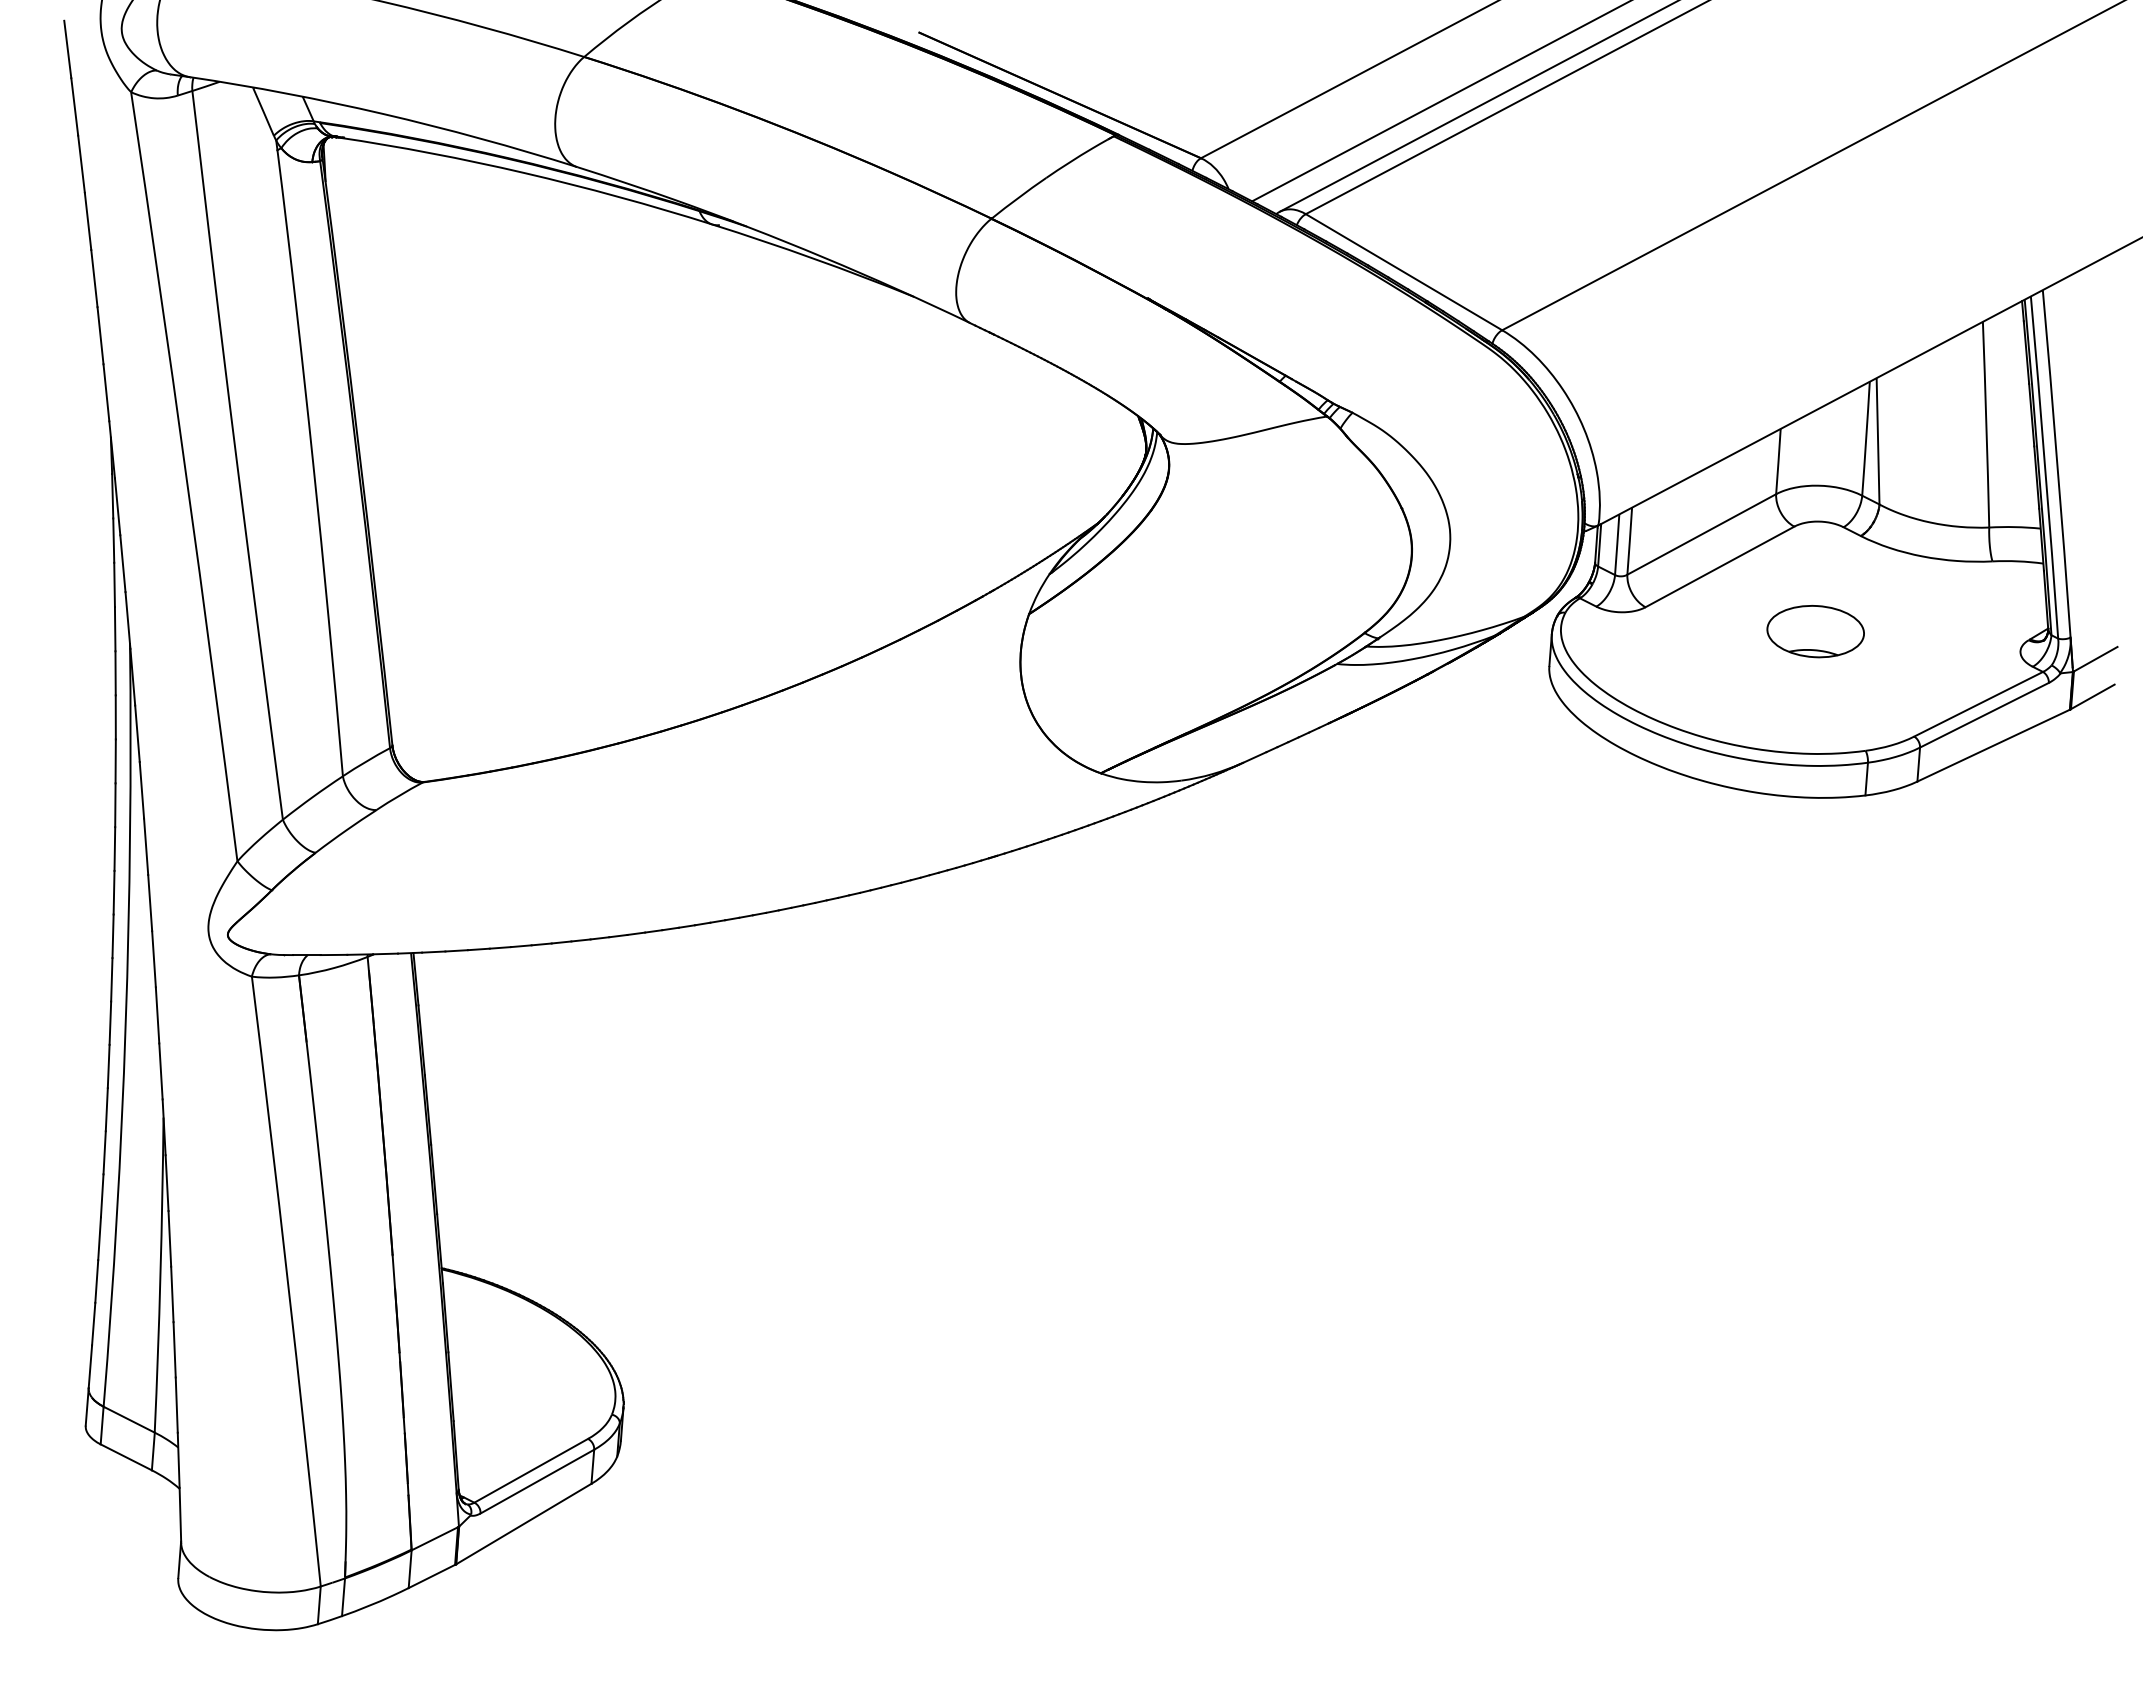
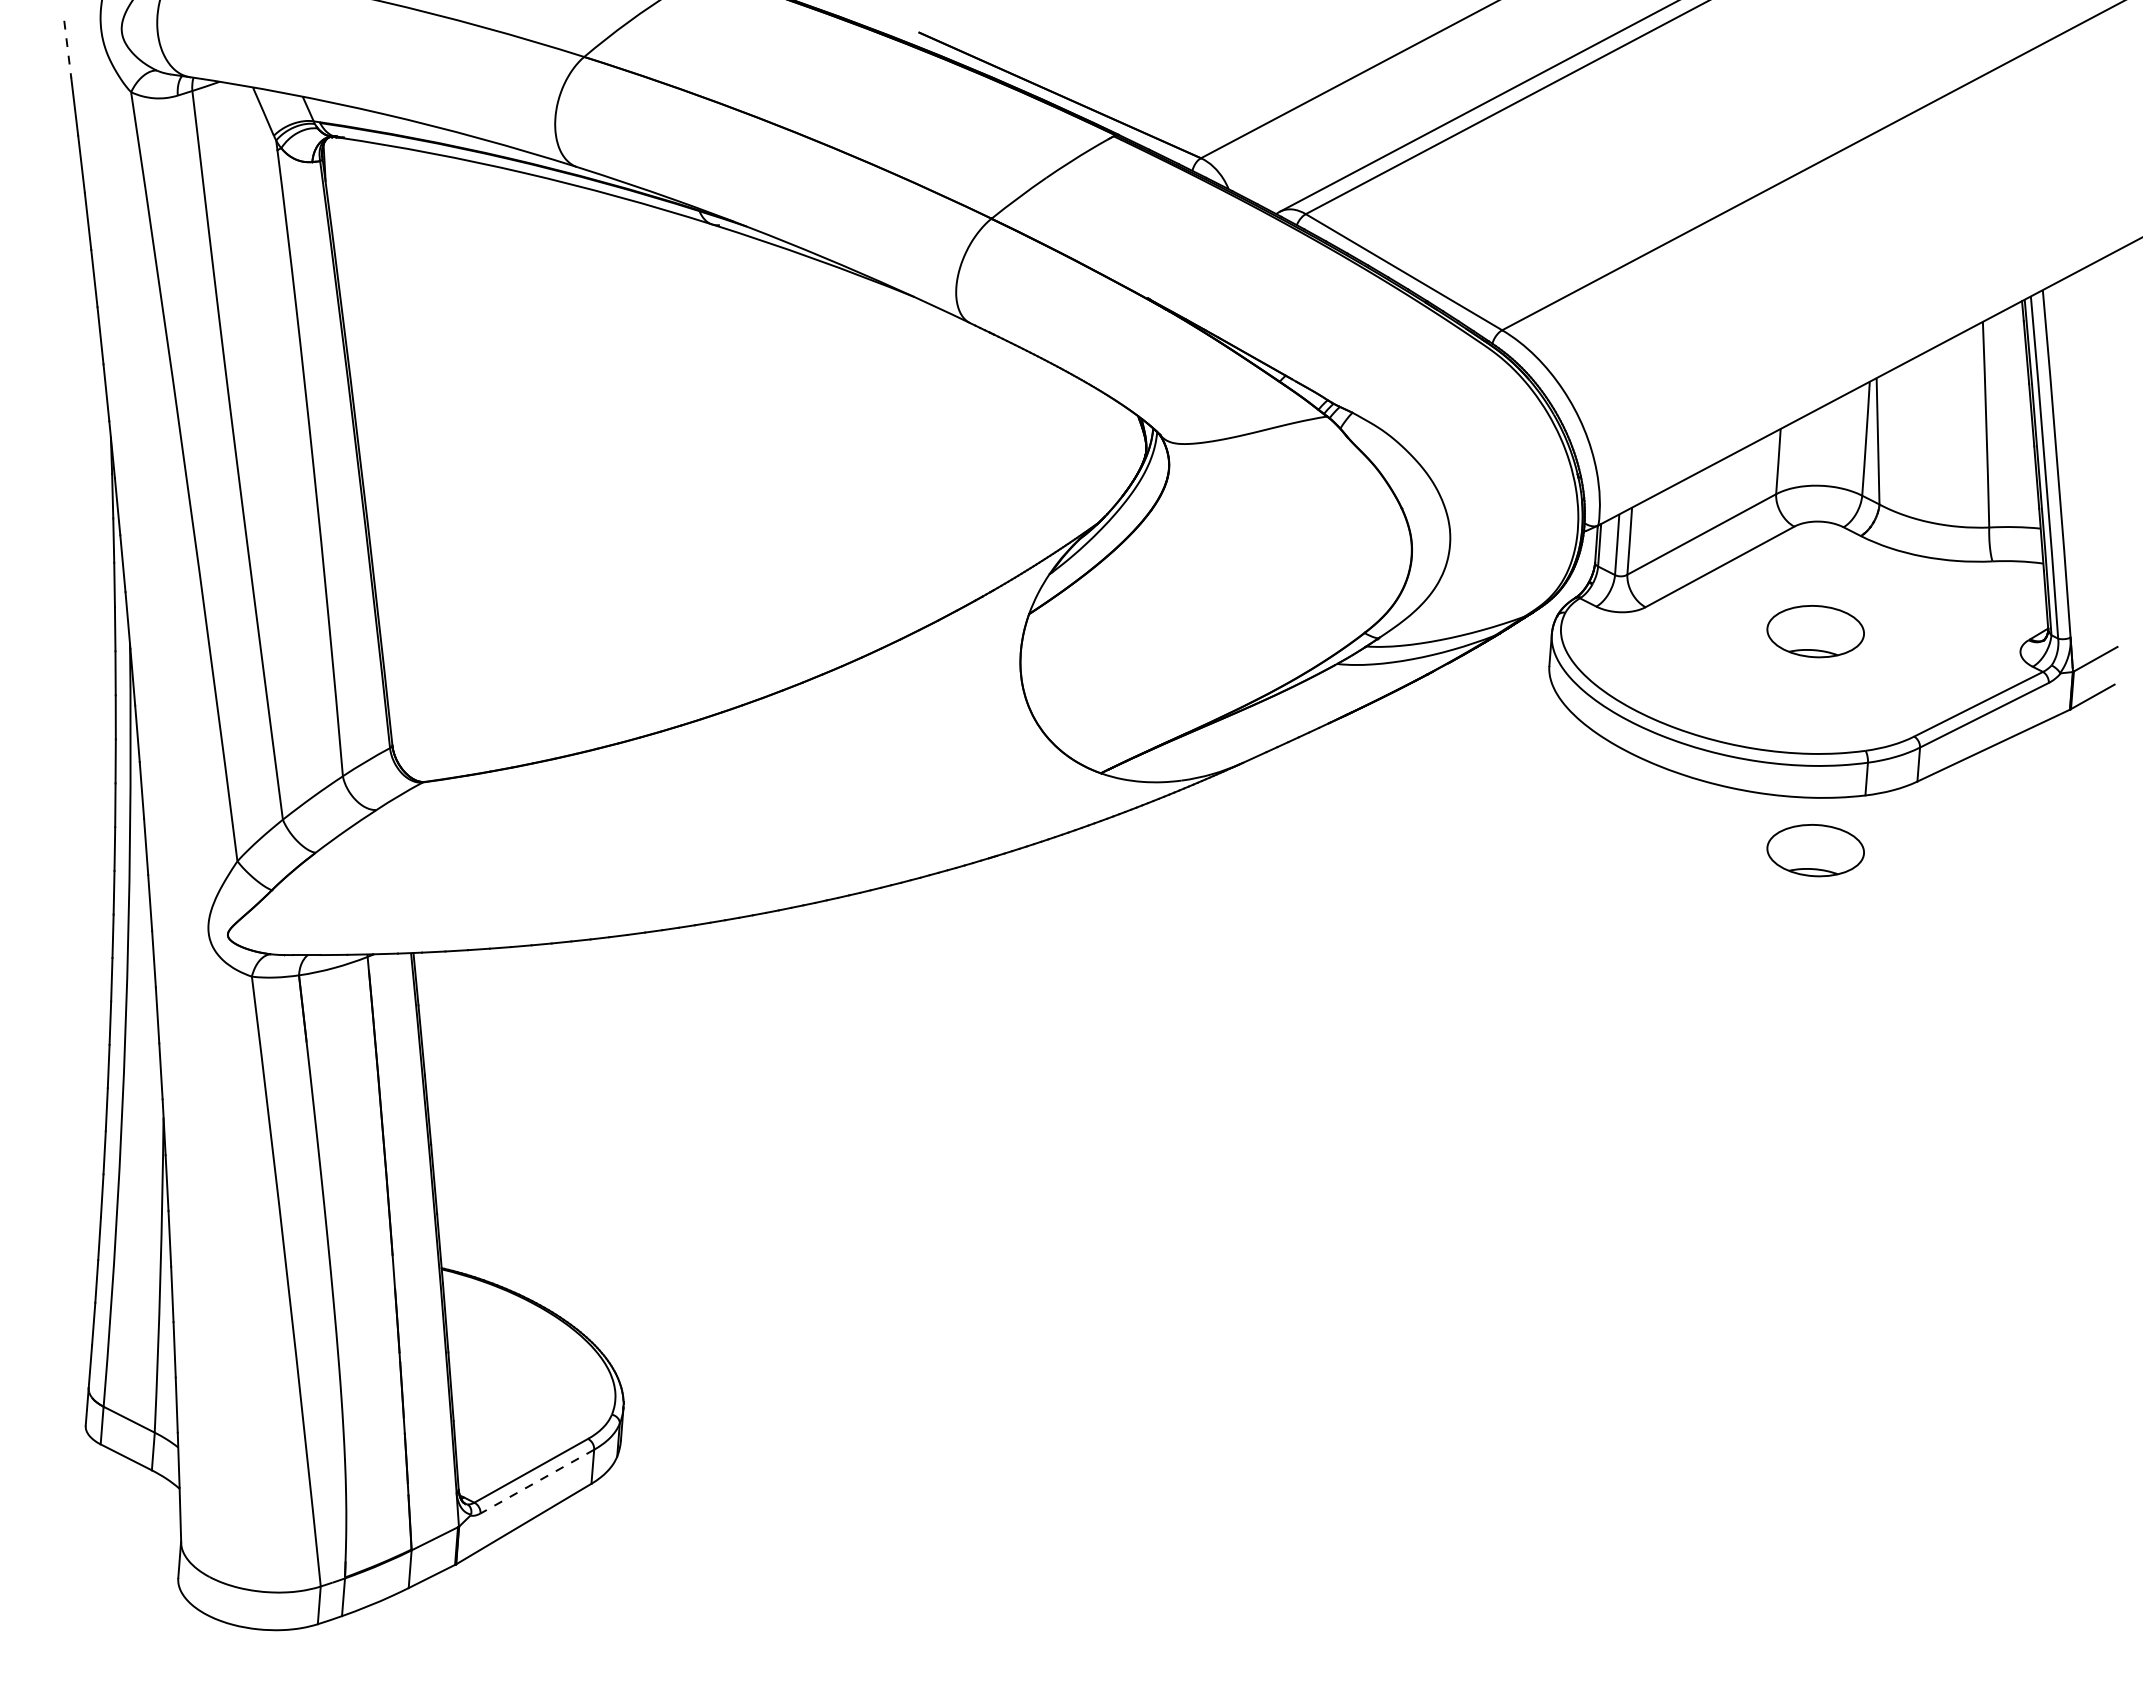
line at (67, 49): solid -> dashed
line at (1439, 101): present -> none
part at (1815, 850): none -> present
line at (536, 1481): solid -> dashed
